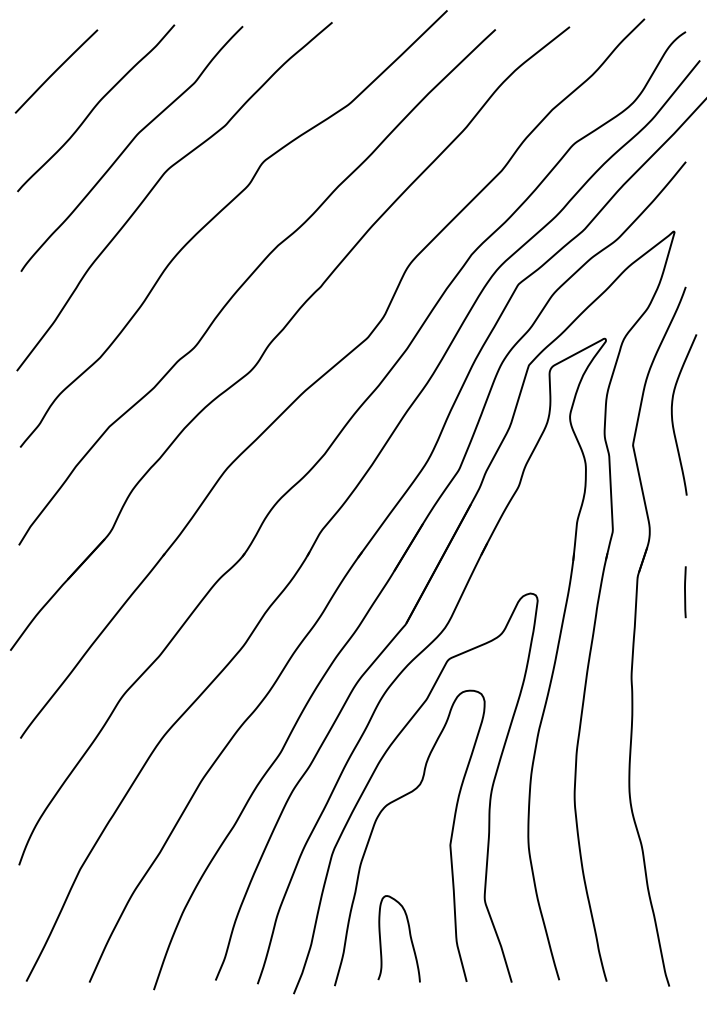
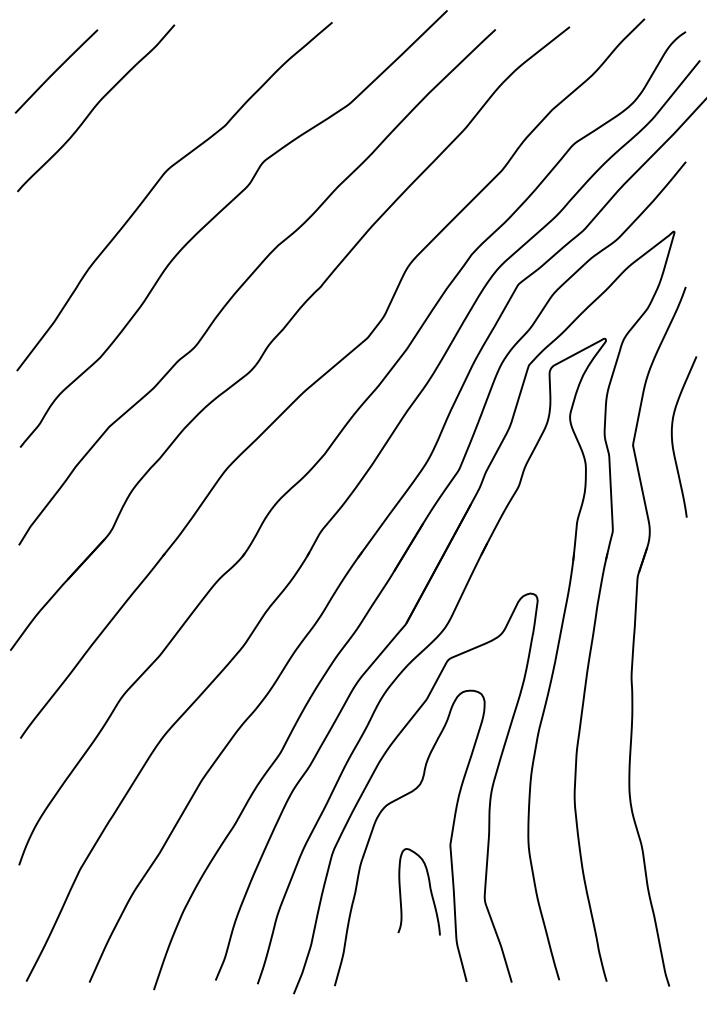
curve at (129, 145): present -> none
curve at (672, 414) position: (672, 414) -> (672, 436)
line at (685, 592): present -> none
curve at (409, 936) position: (409, 936) -> (429, 889)
